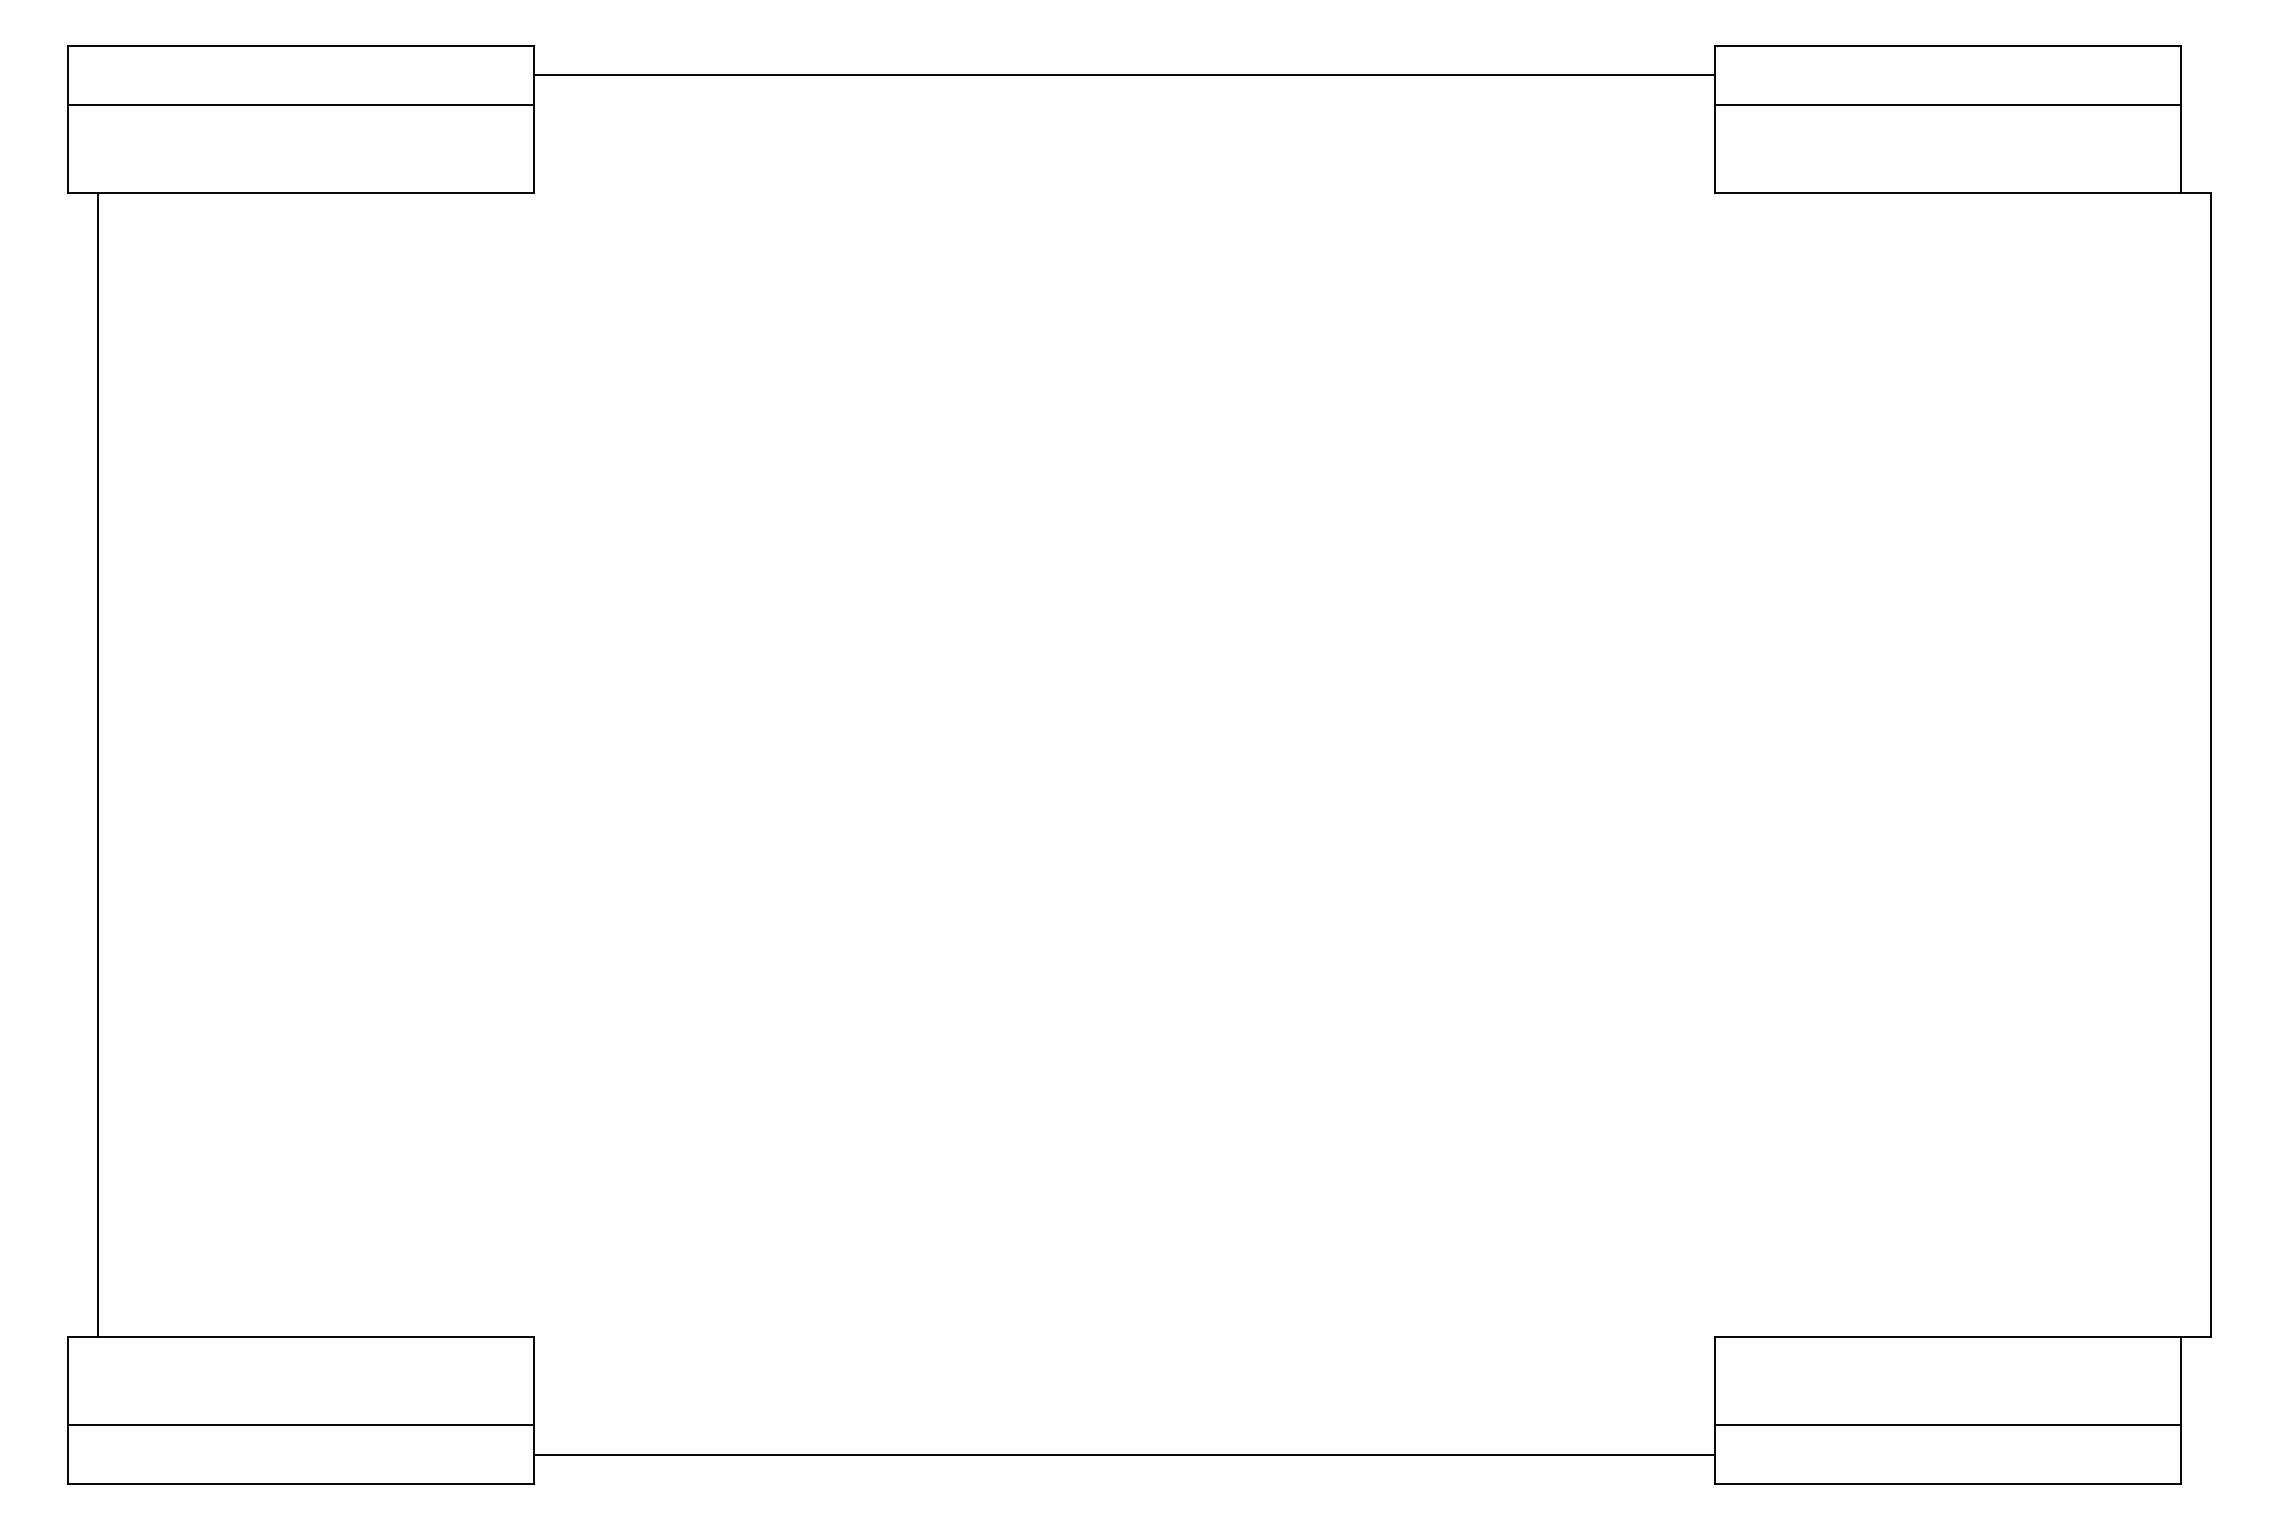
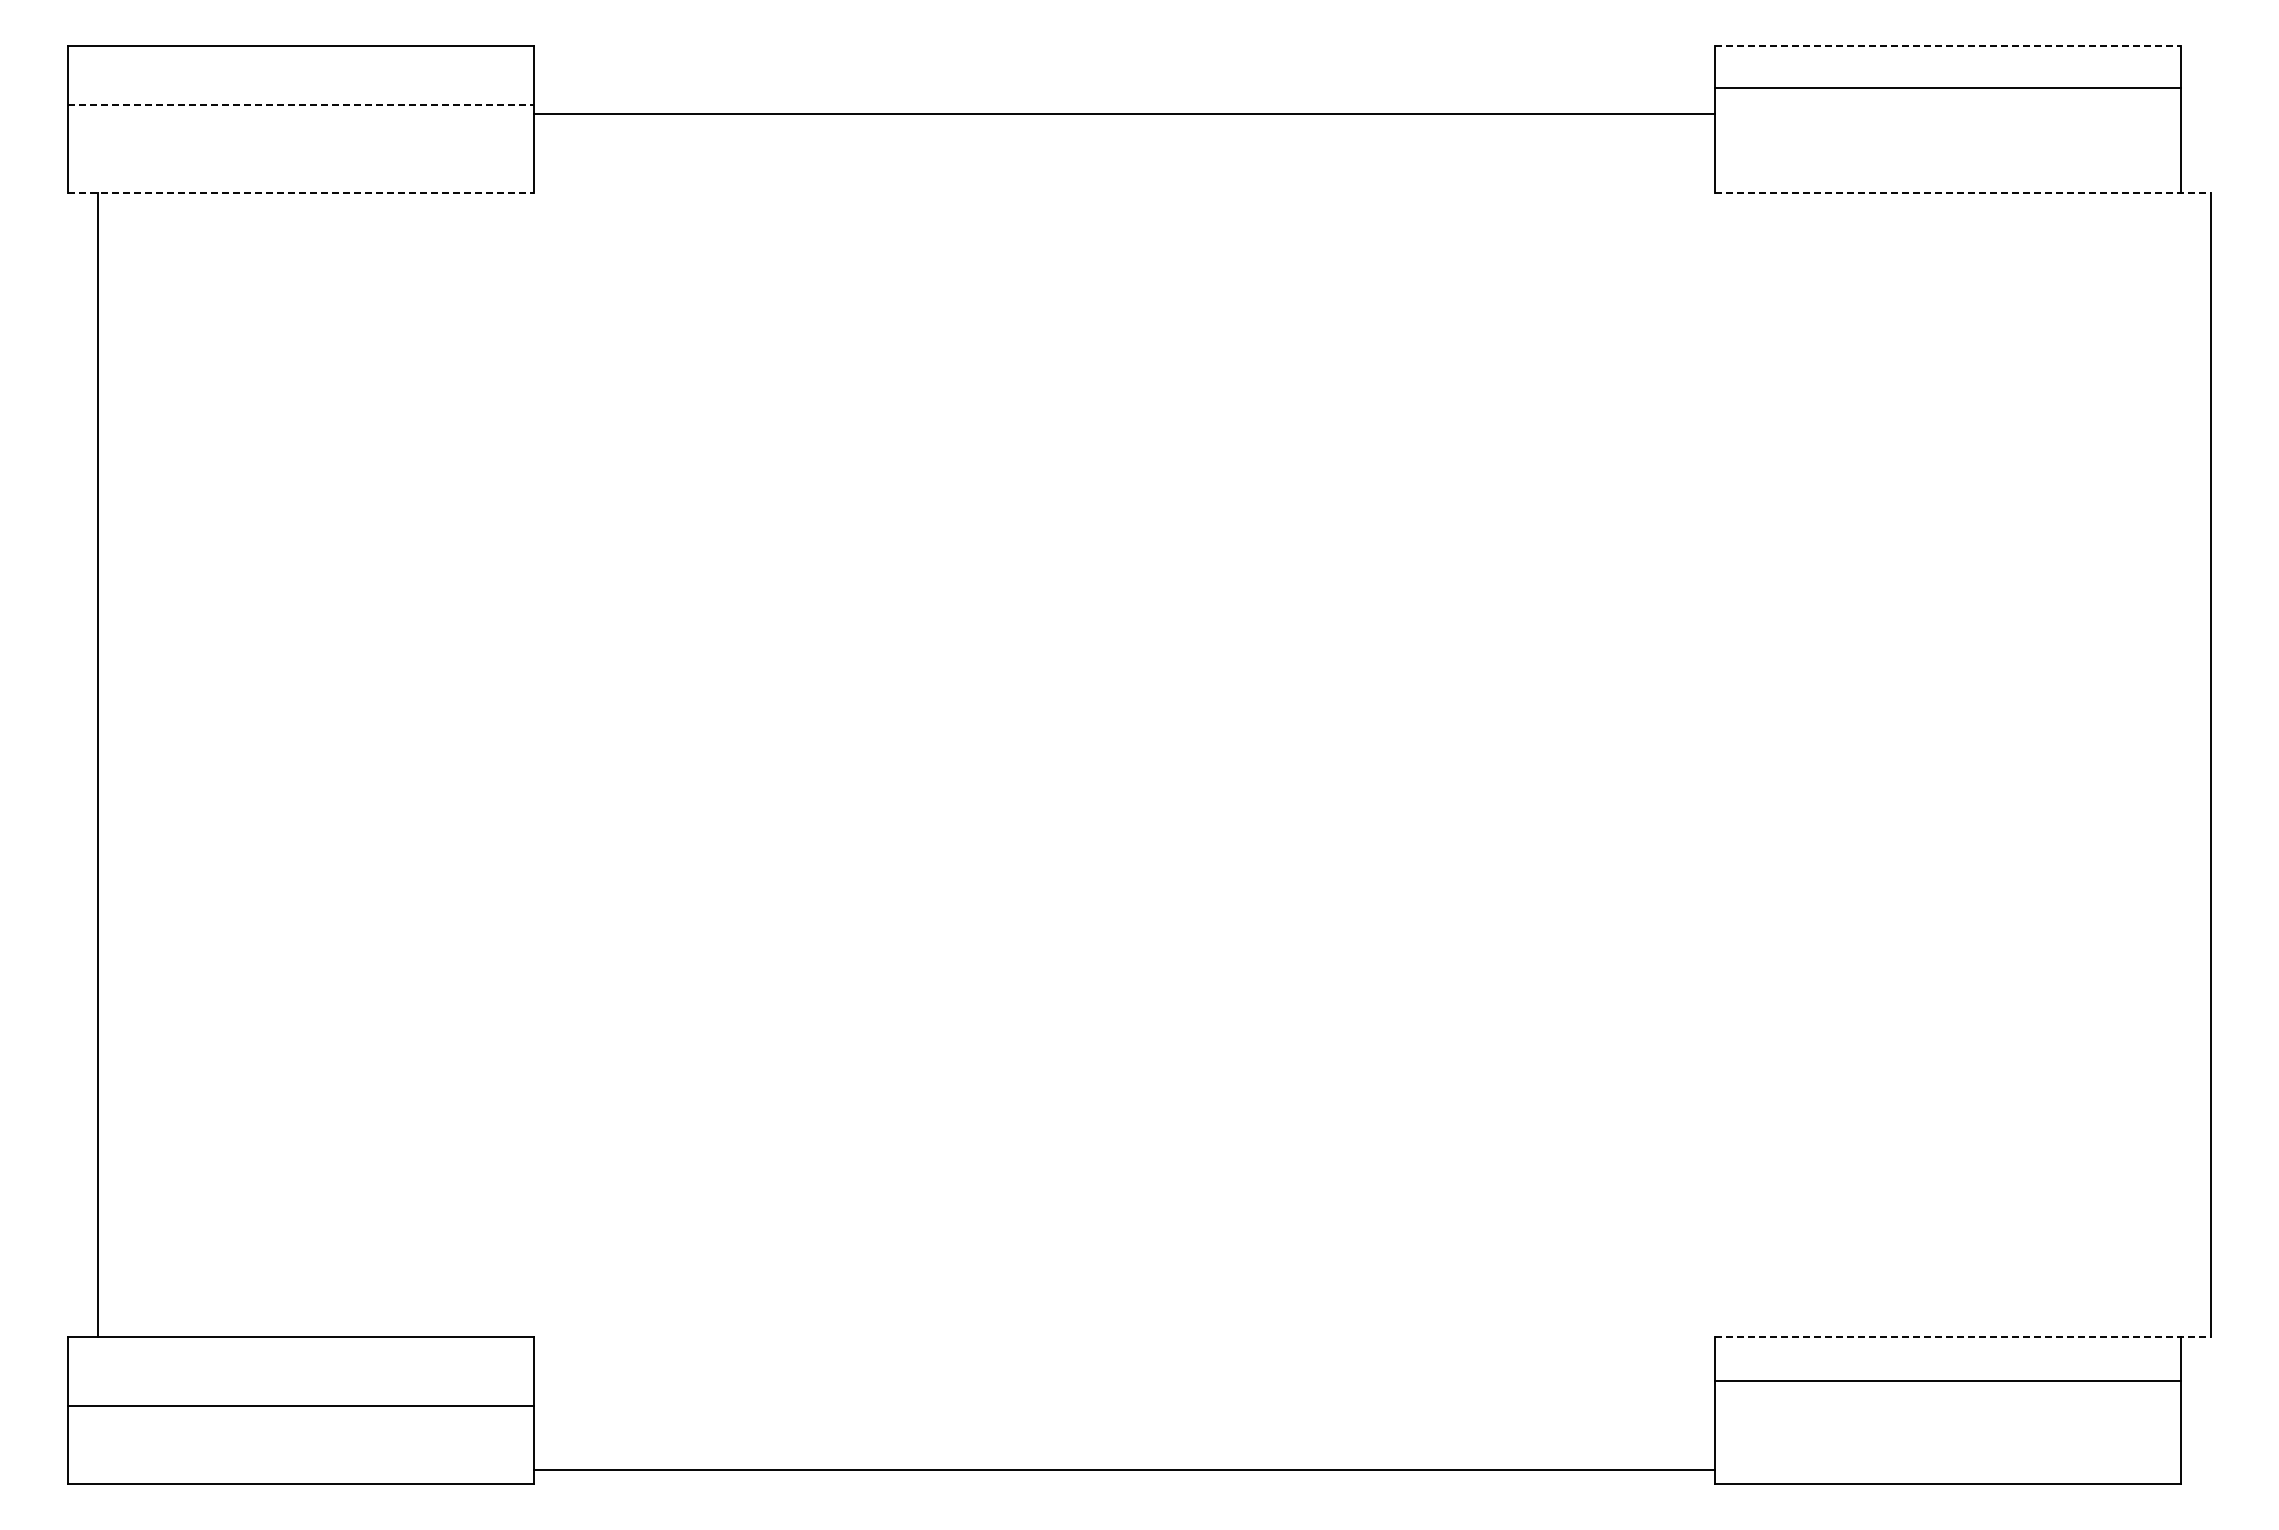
line at (1948, 46): solid -> dashed
line at (1124, 75) position: (1124, 75) -> (1124, 114)
line at (301, 104): solid -> dashed
line at (1948, 104) position: (1948, 104) -> (1948, 87)
line at (301, 192): solid -> dashed
line at (1963, 192): solid -> dashed
line at (1963, 1337): solid -> dashed
line at (301, 1425) position: (301, 1425) -> (301, 1406)
line at (1948, 1425) position: (1948, 1425) -> (1948, 1381)
line at (1124, 1454) position: (1124, 1454) -> (1124, 1469)
